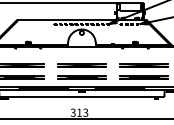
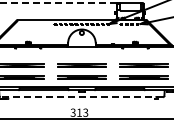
line at (58, 2): solid -> dashed
line at (81, 97): solid -> dashed
